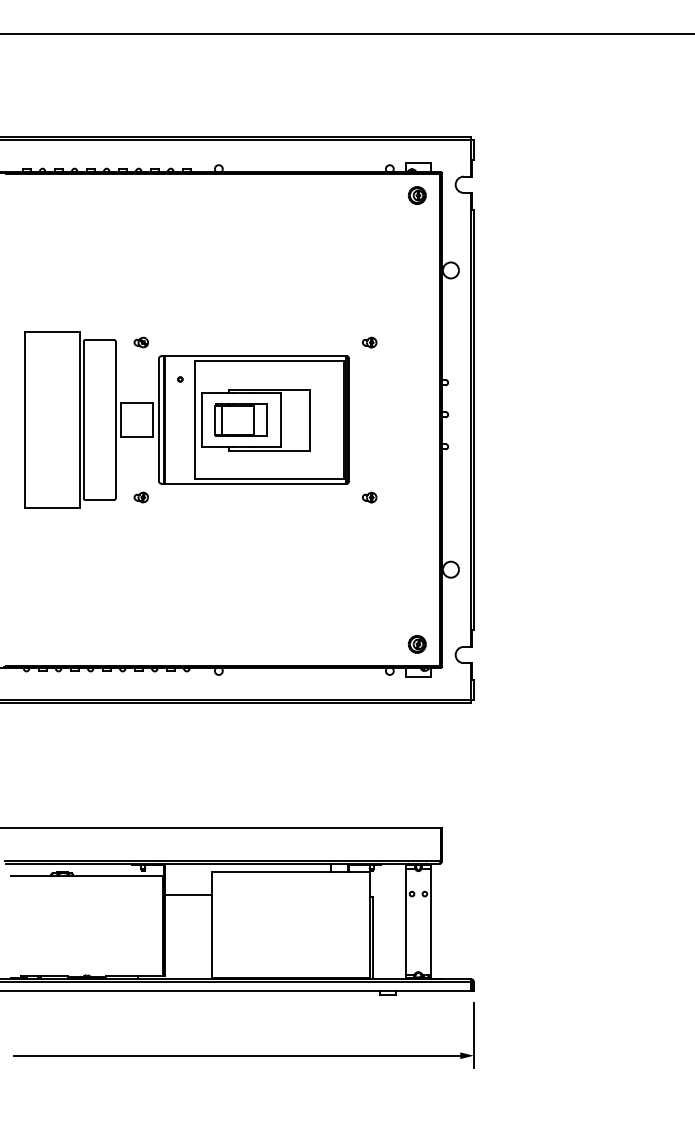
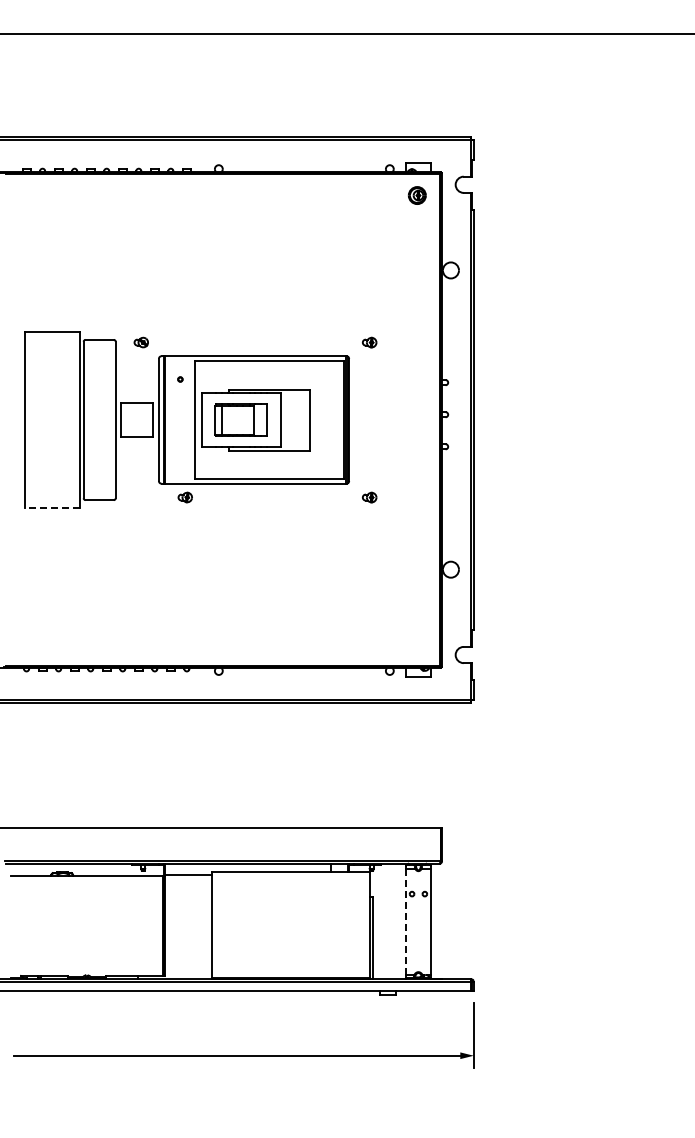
part at (140, 497) position: (140, 497) -> (184, 497)
line at (52, 508): solid -> dashed
part at (416, 644): present -> none
line at (188, 895) position: (188, 895) -> (188, 875)
line at (405, 922): solid -> dashed
